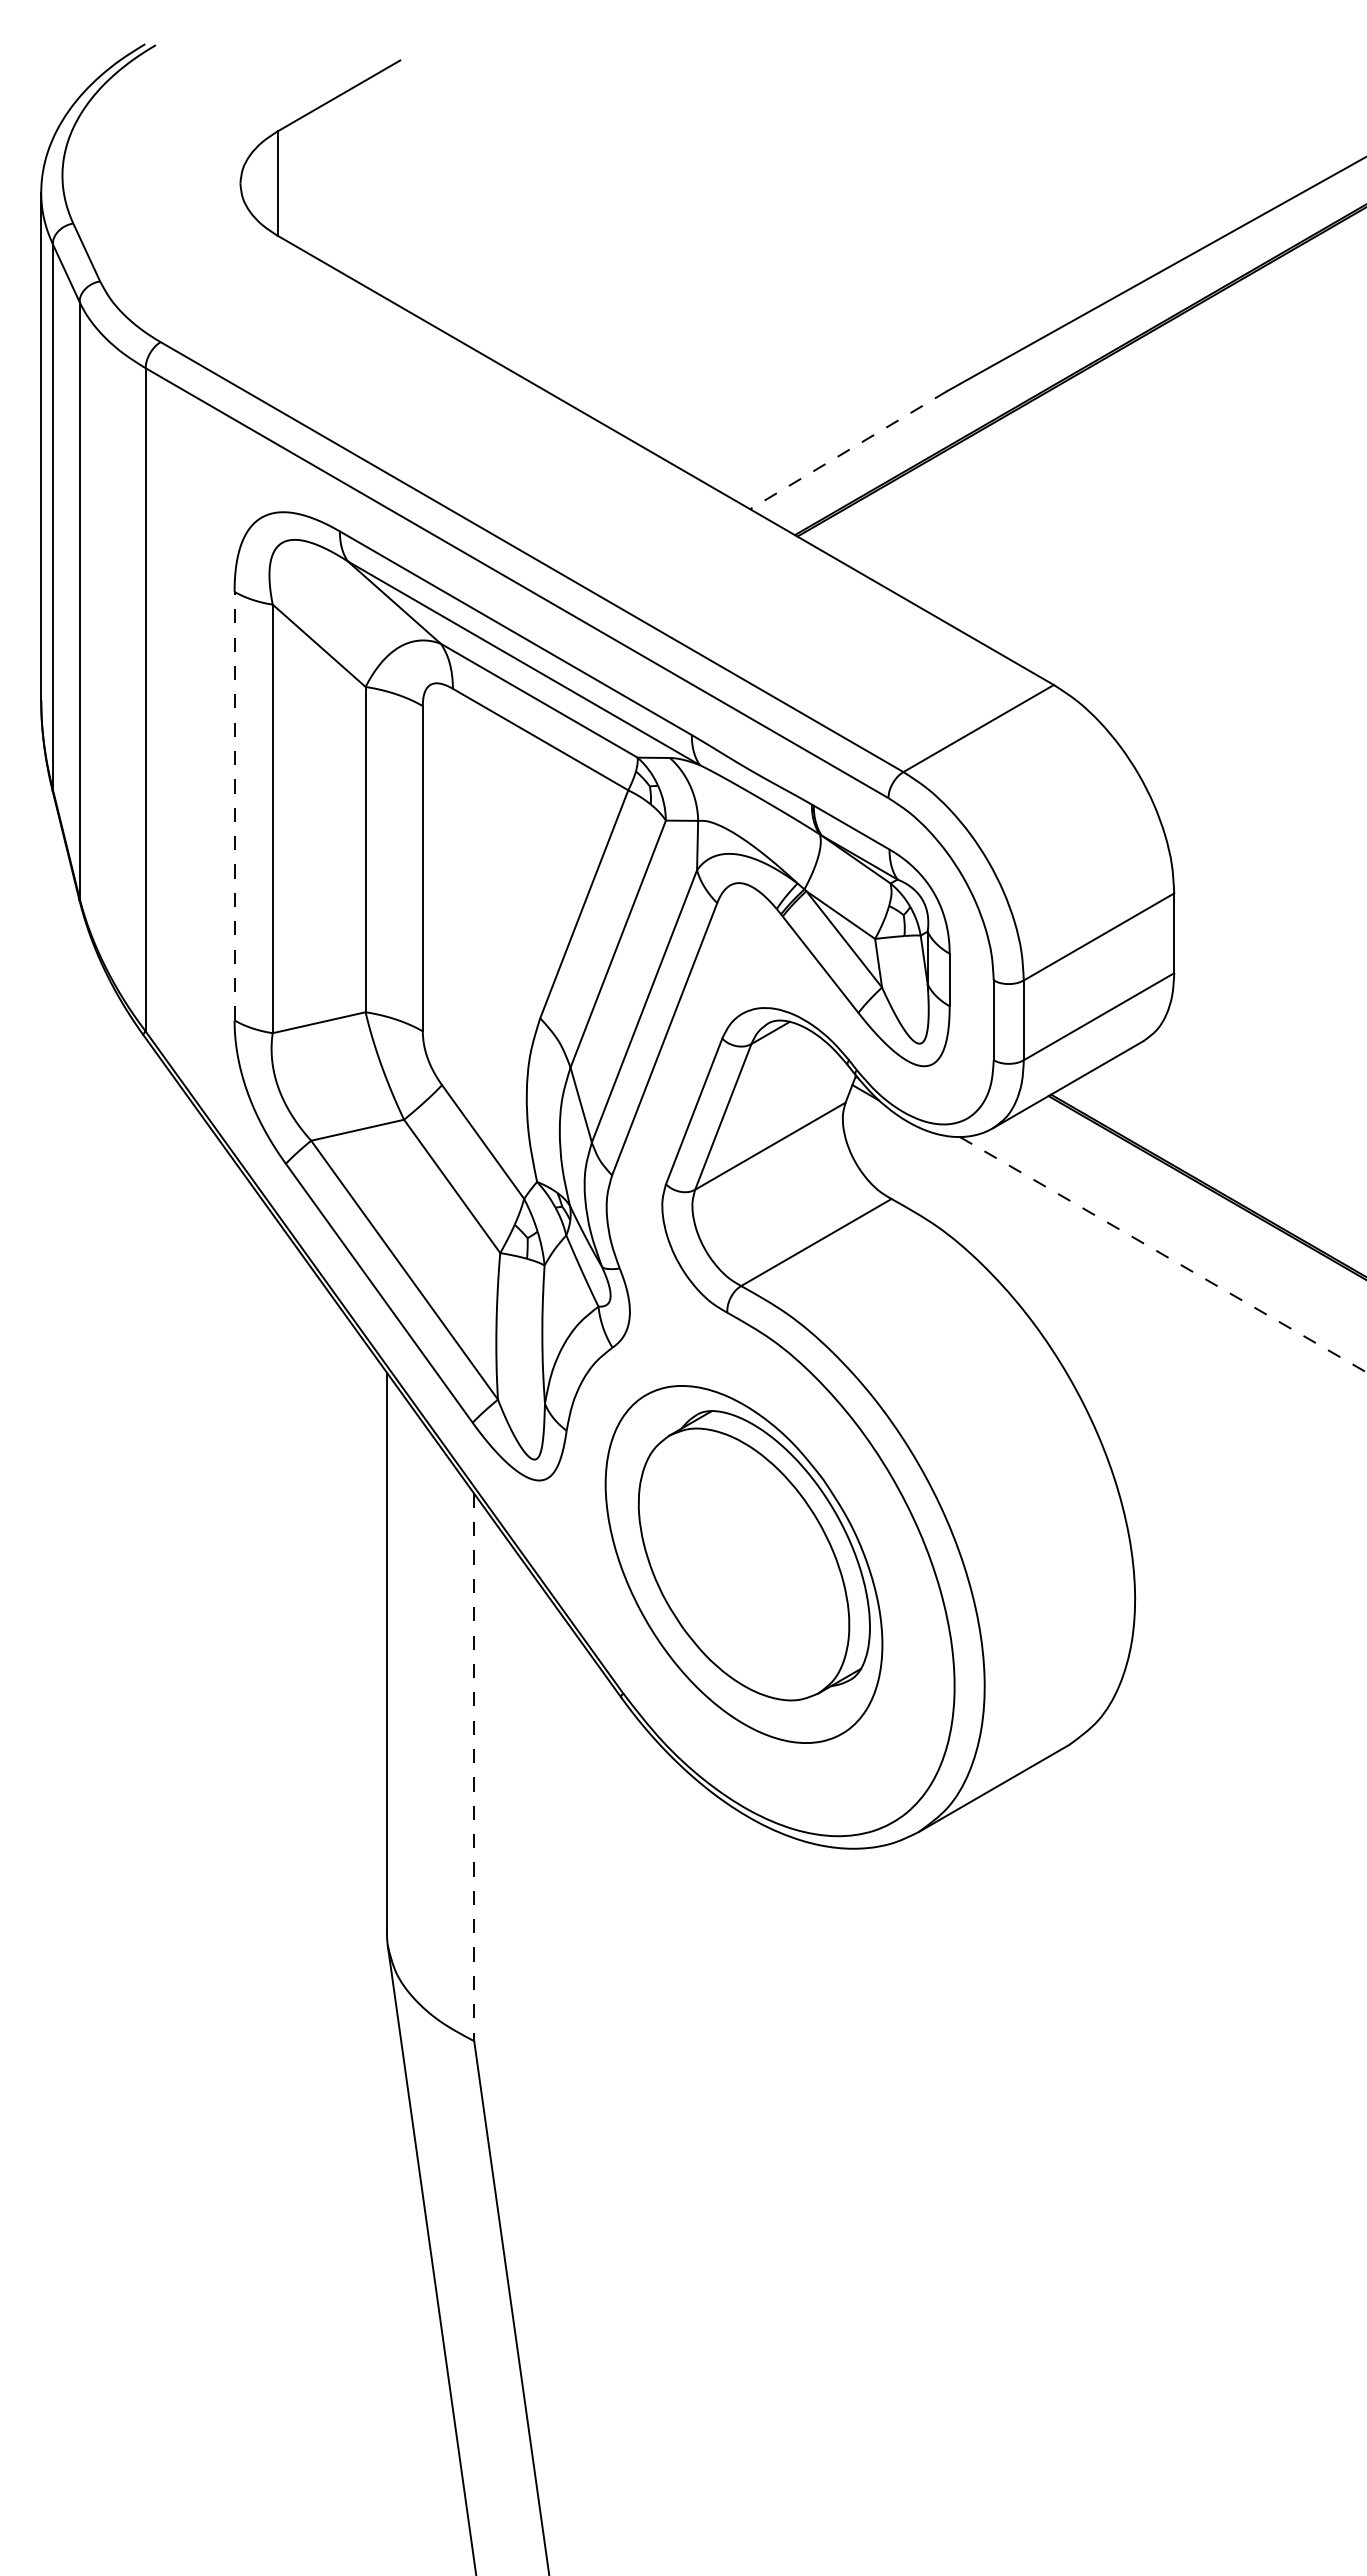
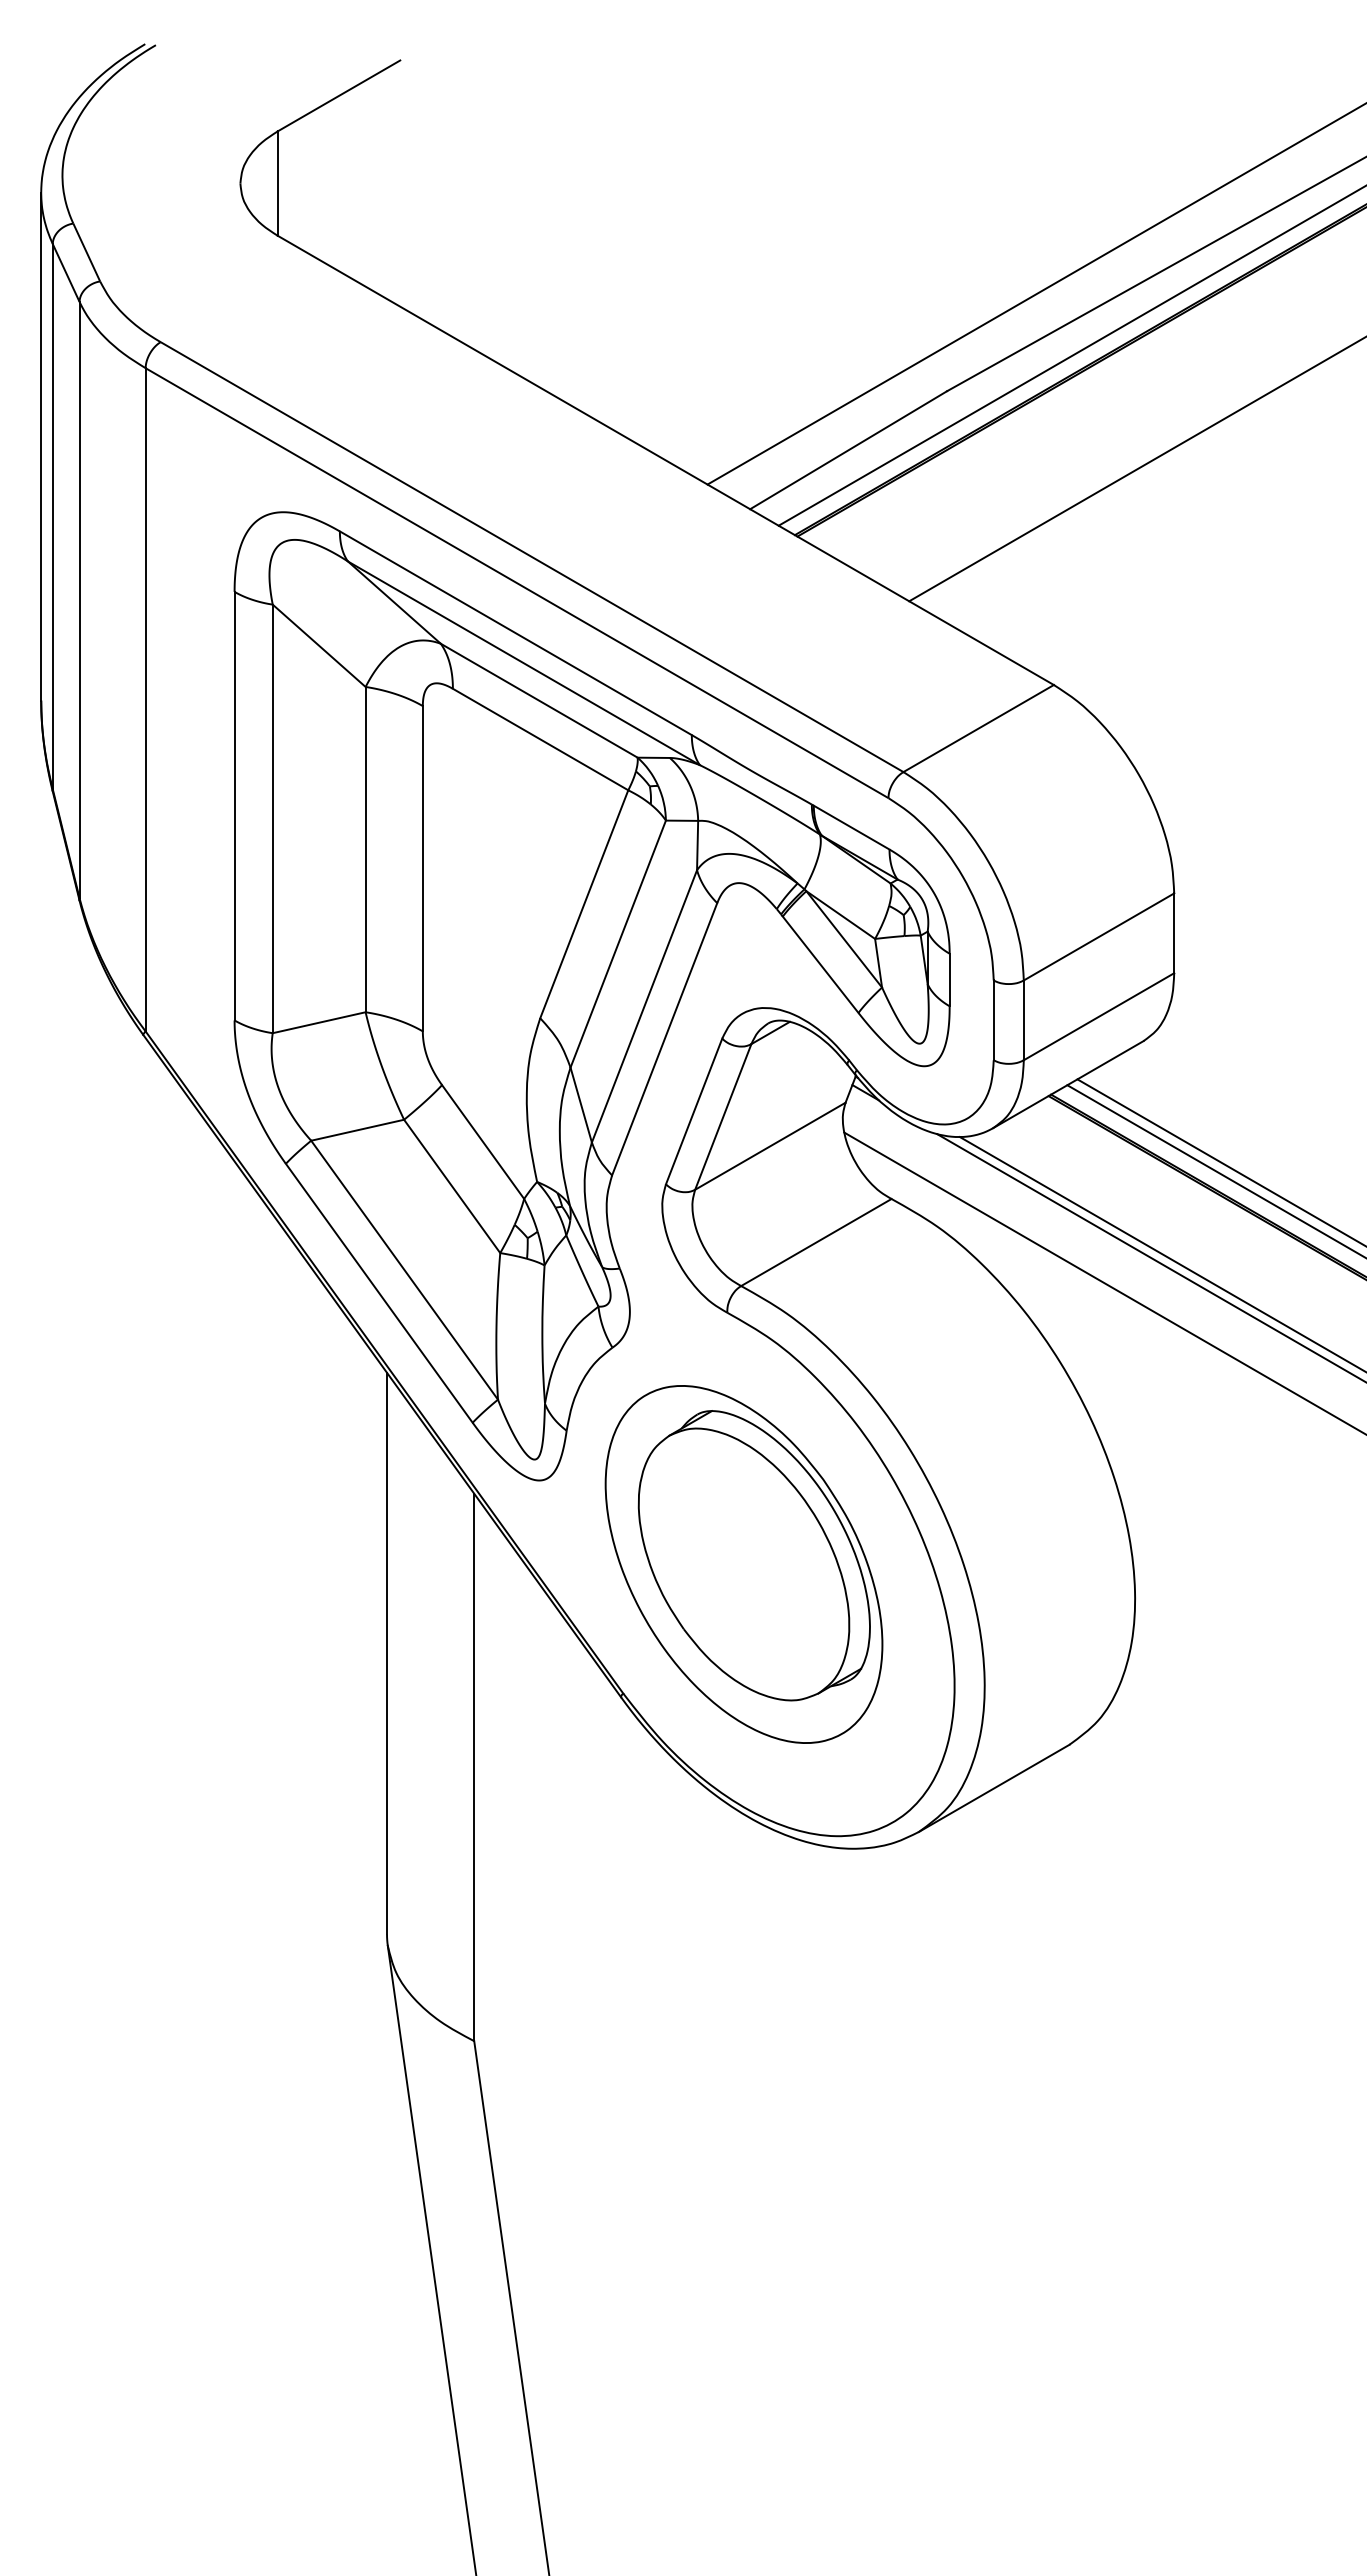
line at (1035, 294): none -> present
line at (1070, 356): none -> present
line at (848, 450): dashed -> solid
line at (1136, 469): none -> present
line at (234, 805): dashed -> solid
line at (1220, 1161): none -> present
line at (1215, 1170): none -> present
line at (1163, 1254): dashed -> solid
line at (1150, 1257): none -> present
line at (1103, 1282): none -> present
line at (474, 1767): dashed -> solid
